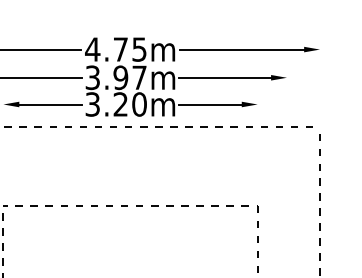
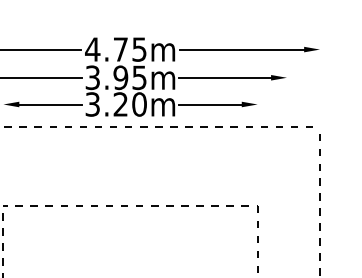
text at (139, 77): 3.97m -> 3.95m
